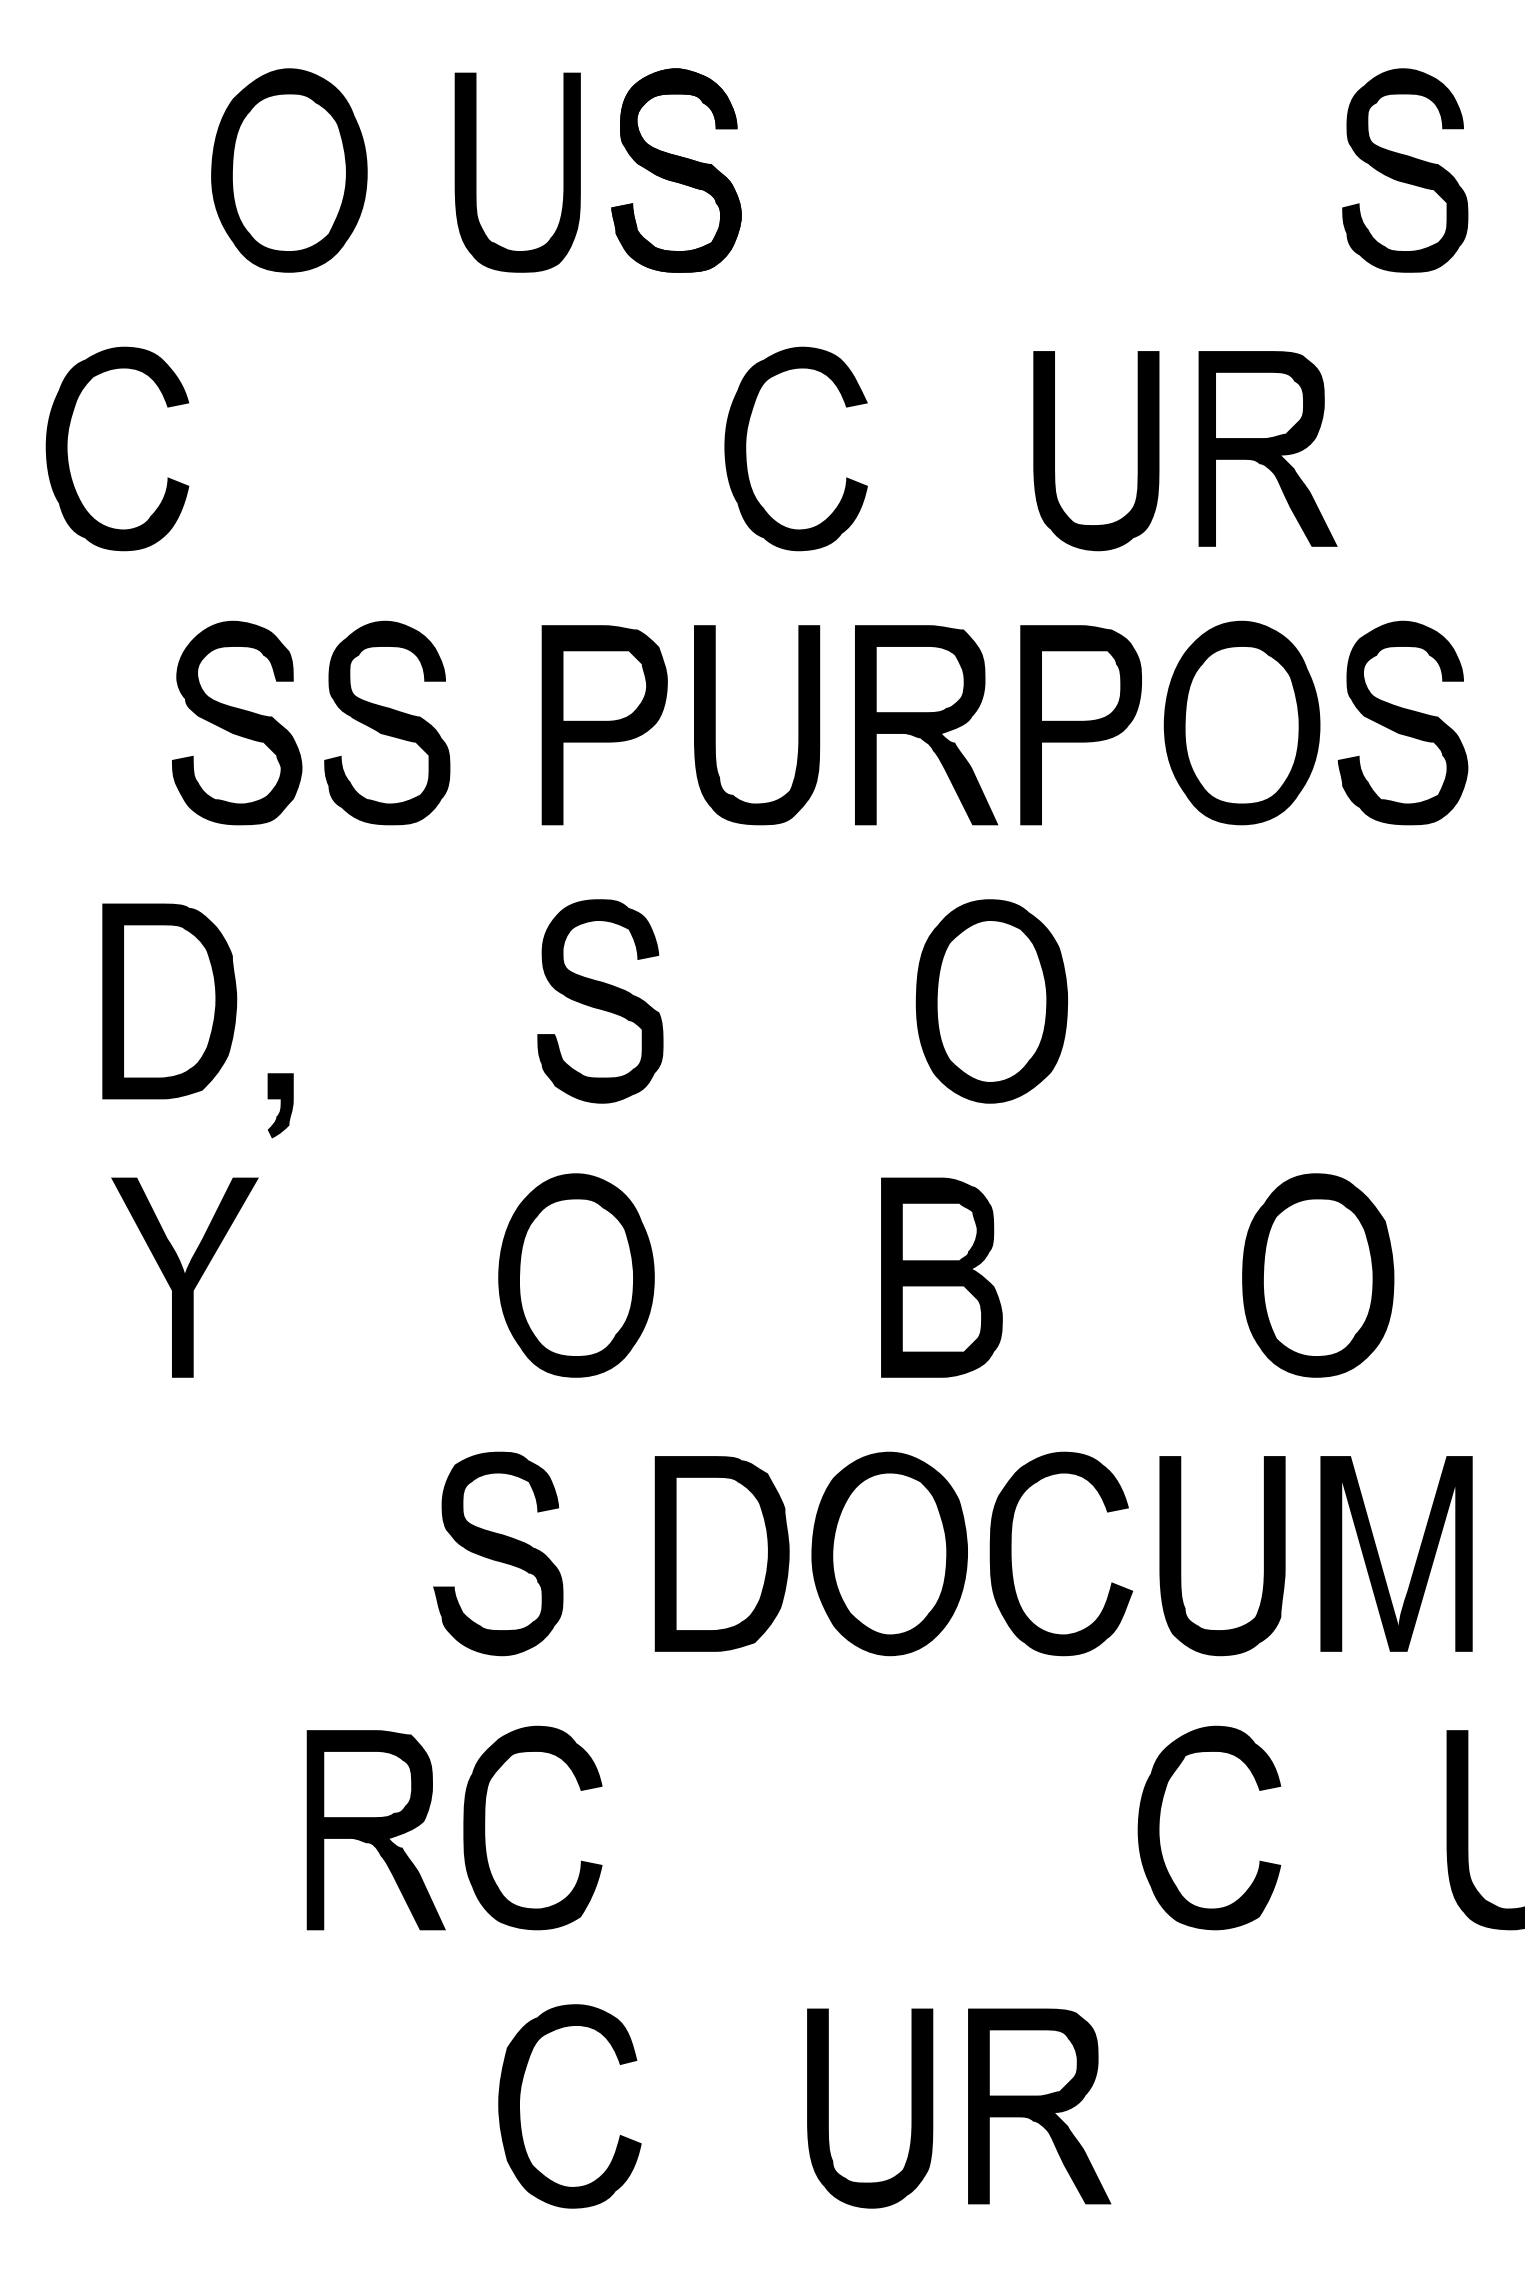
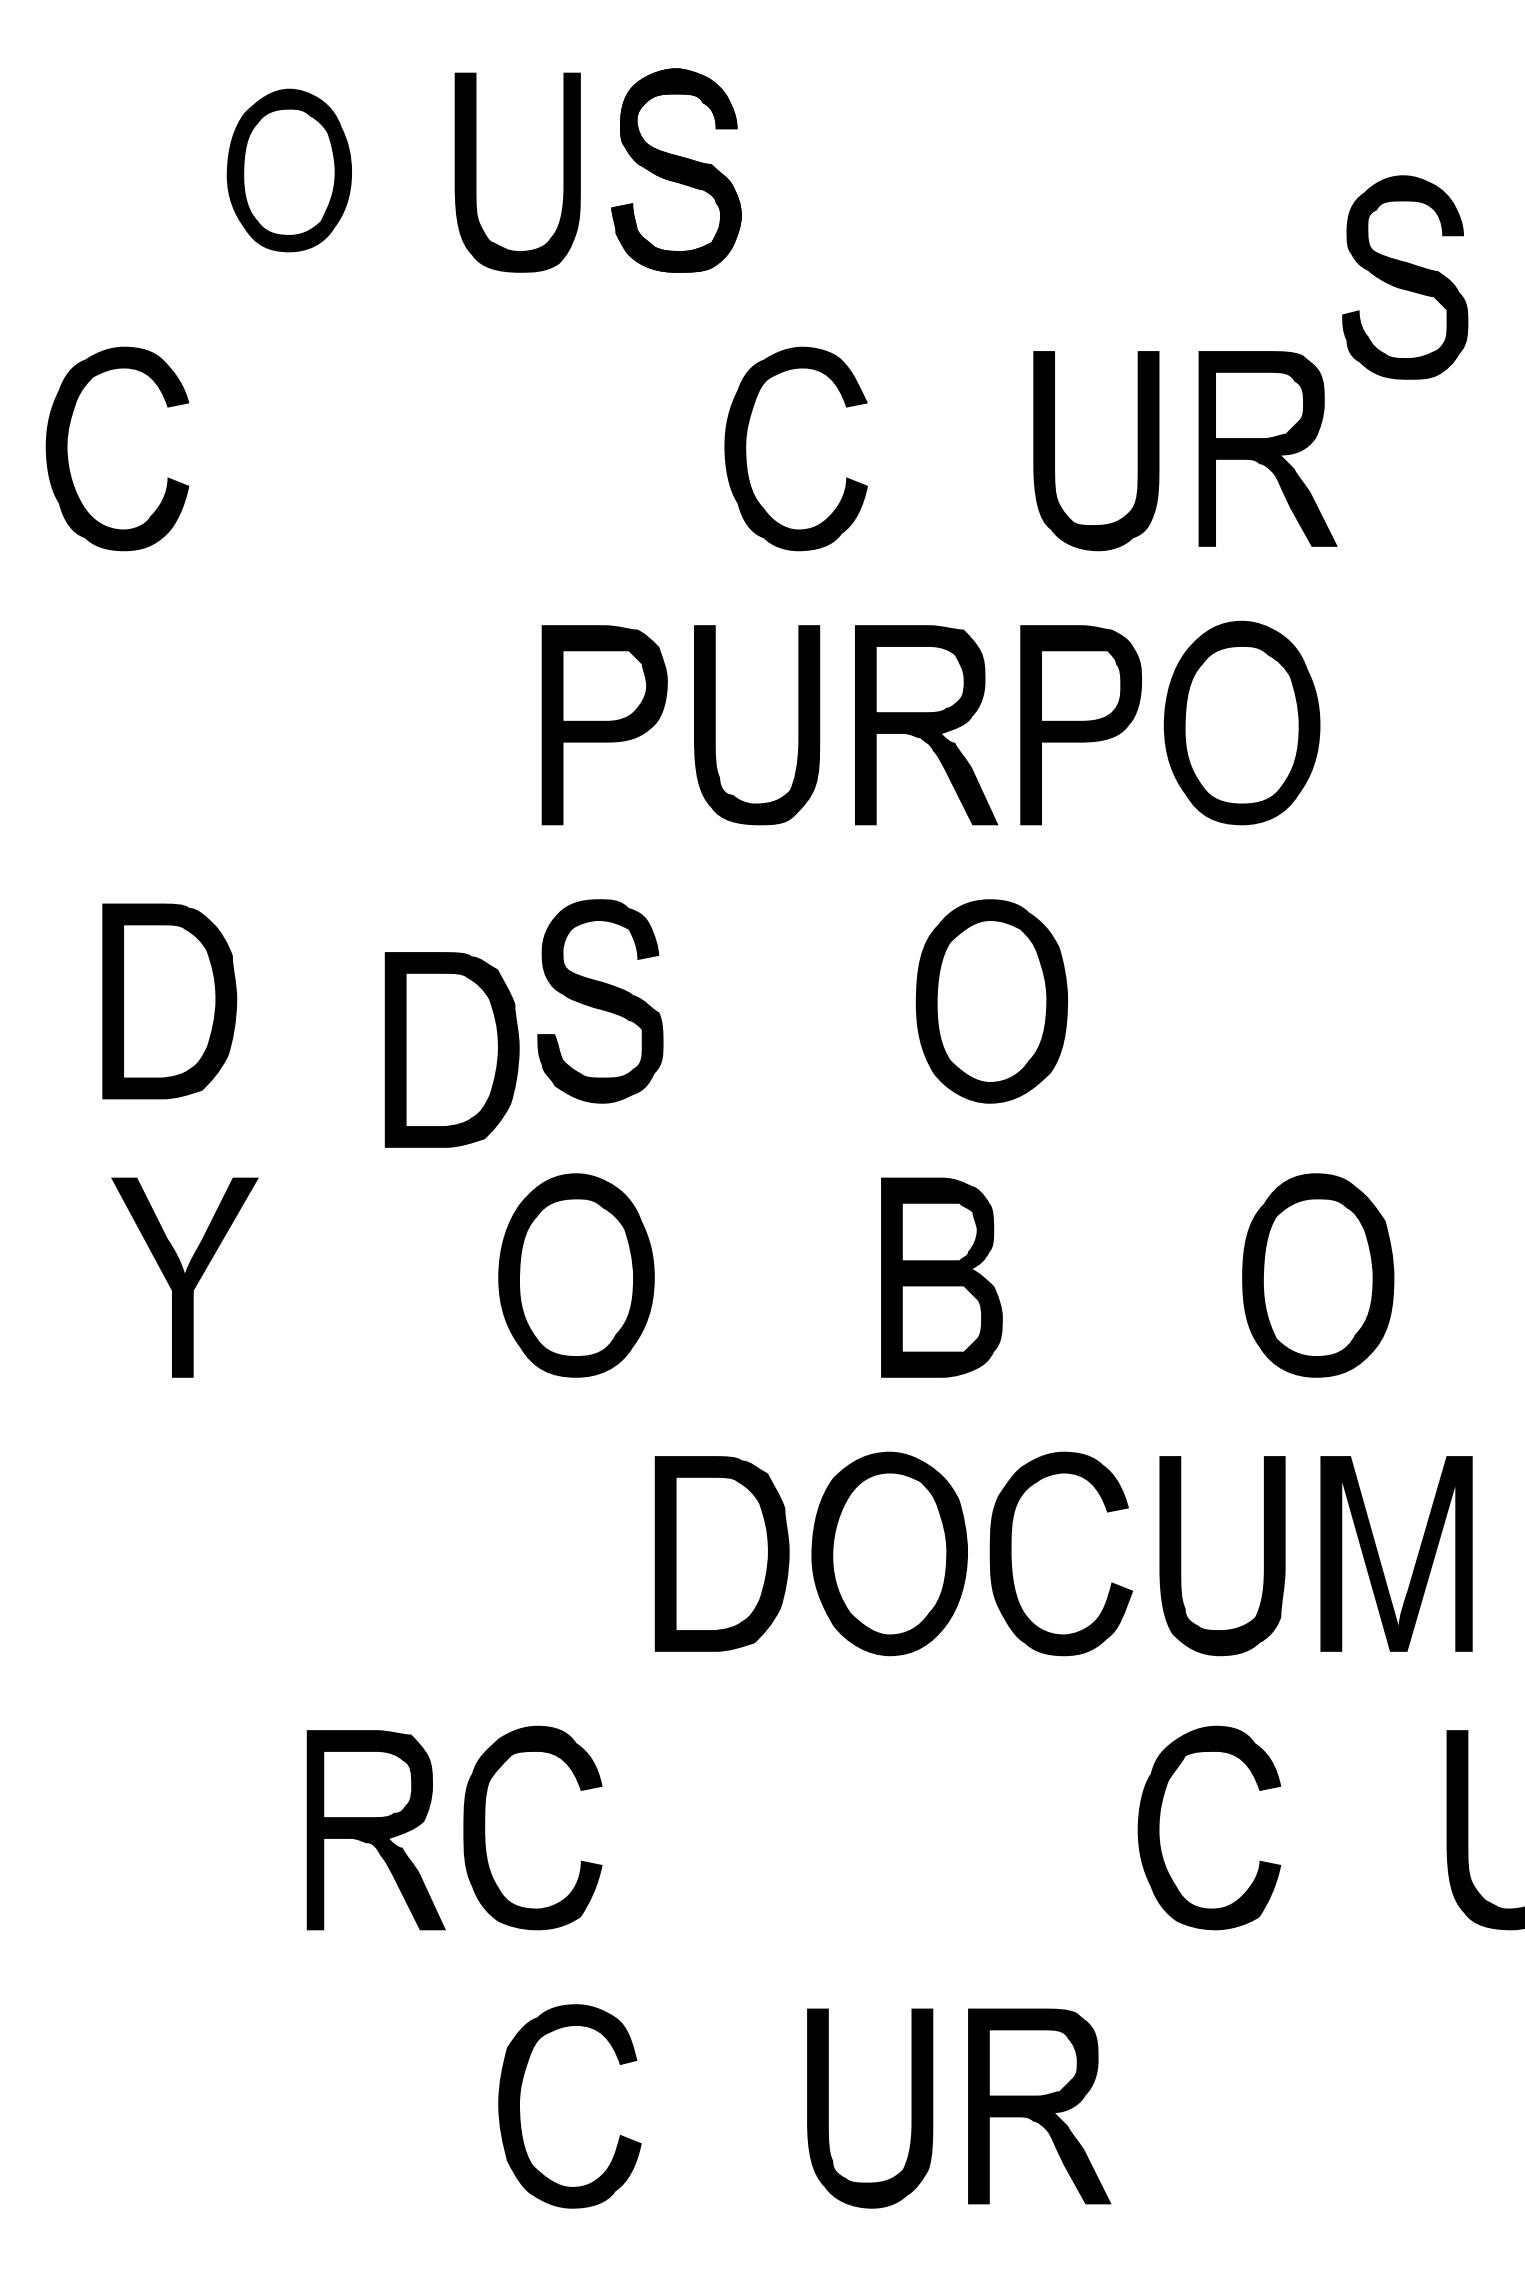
part at (289, 170) size: 157x205 px -> 126x165 px
part at (1405, 170) position: (1405, 170) -> (1405, 277)
fill at (236, 722): present -> none
fill at (387, 722): present -> none
part at (1402, 722): present -> none
part at (451, 1049): none -> present
part at (280, 1105): present -> none
fill at (497, 1553): present -> none
